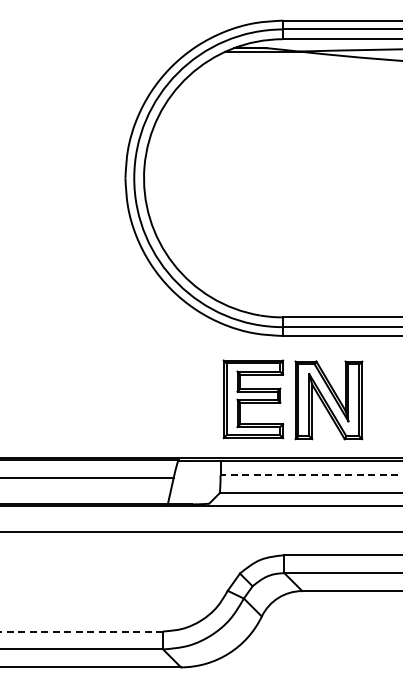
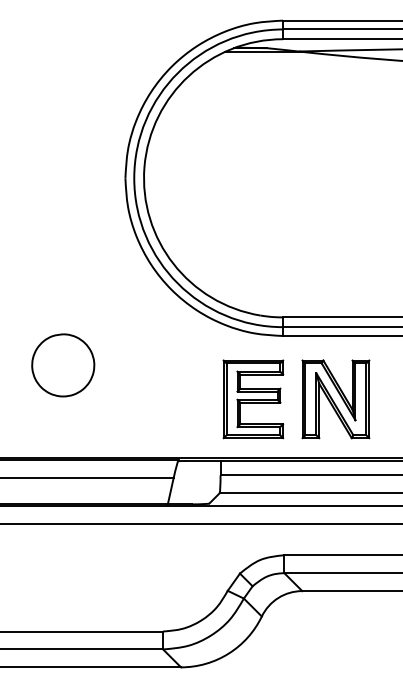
part at (63, 365): none -> present
part at (328, 400) position: (328, 400) -> (335, 399)
line at (311, 475): dashed -> solid
line at (200, 531) position: (200, 531) -> (200, 523)
line at (81, 631): dashed -> solid
